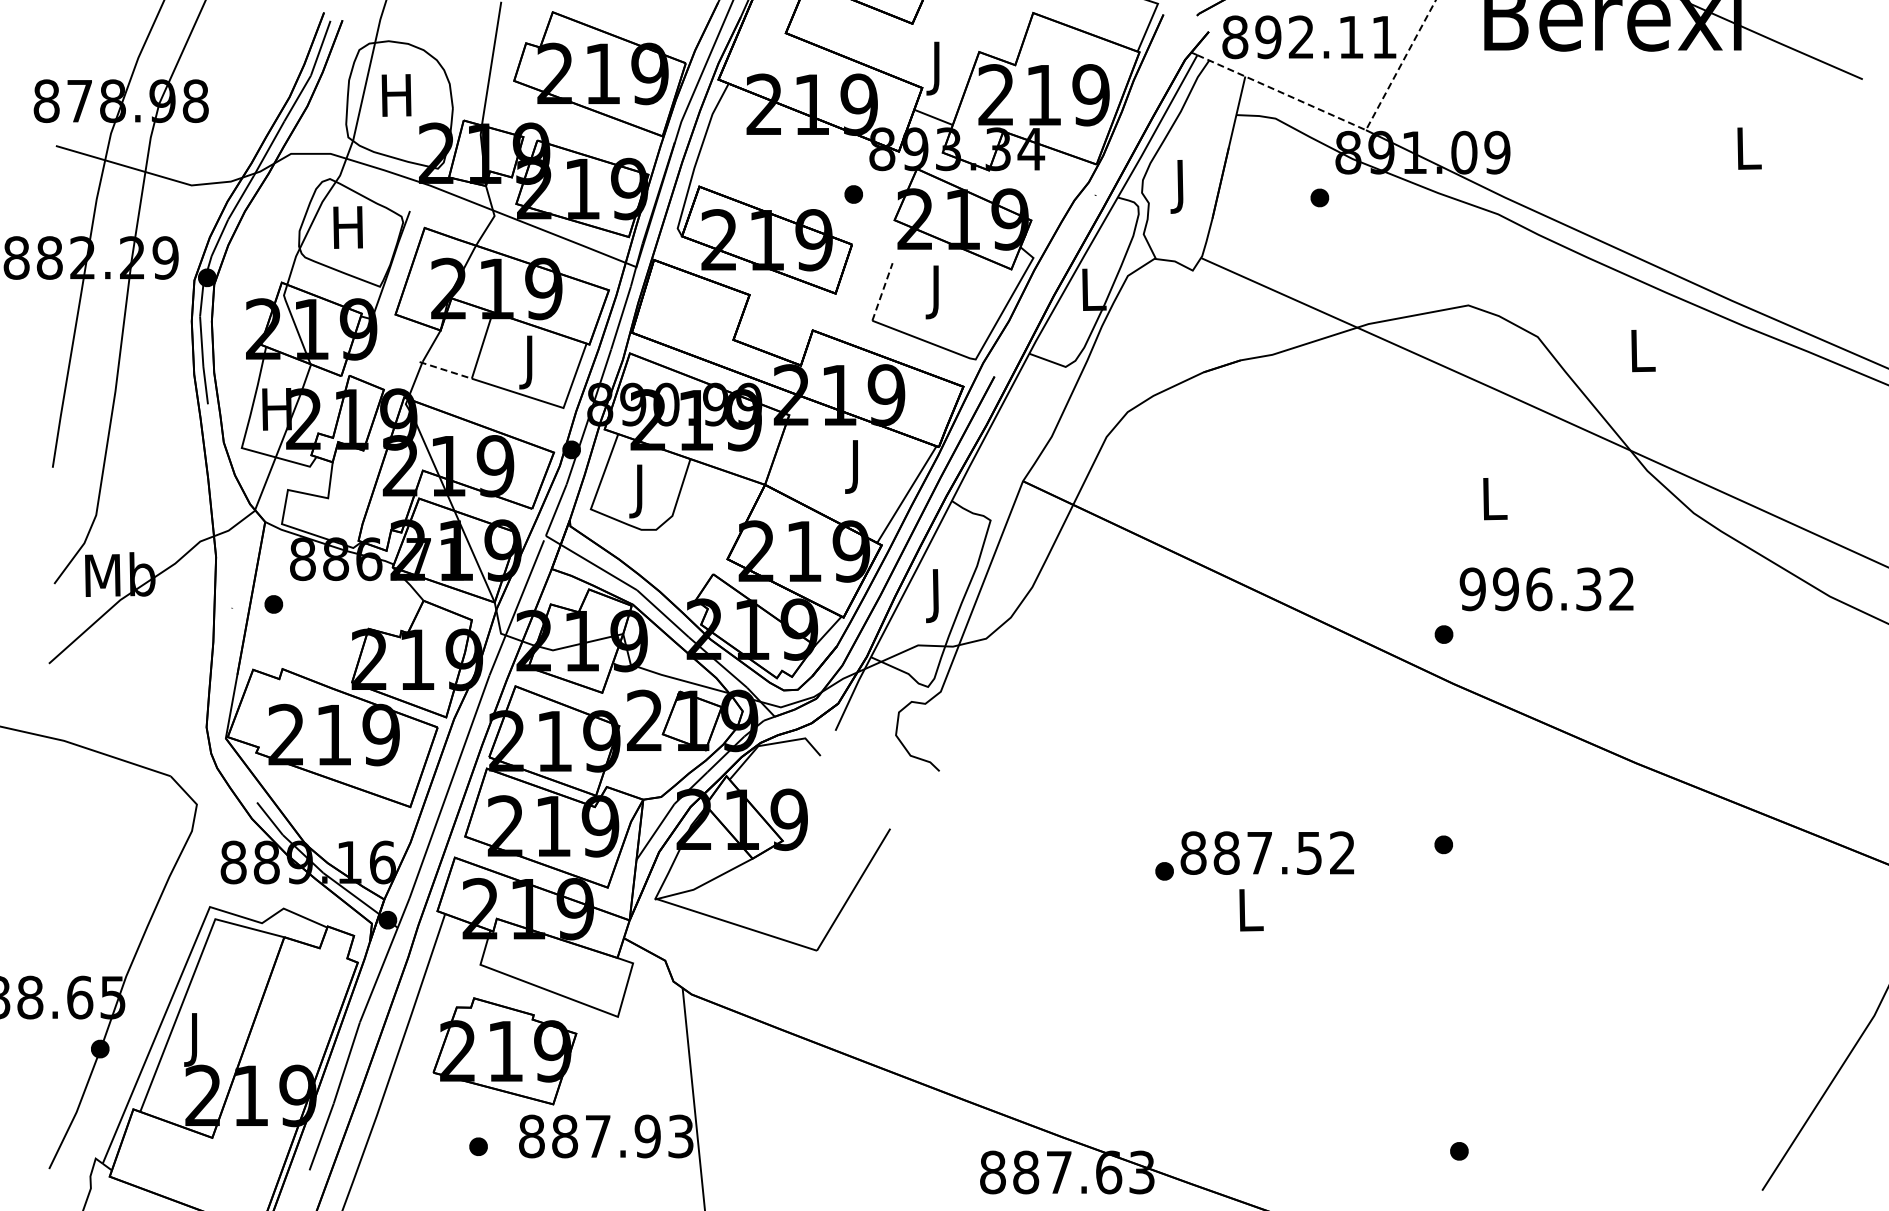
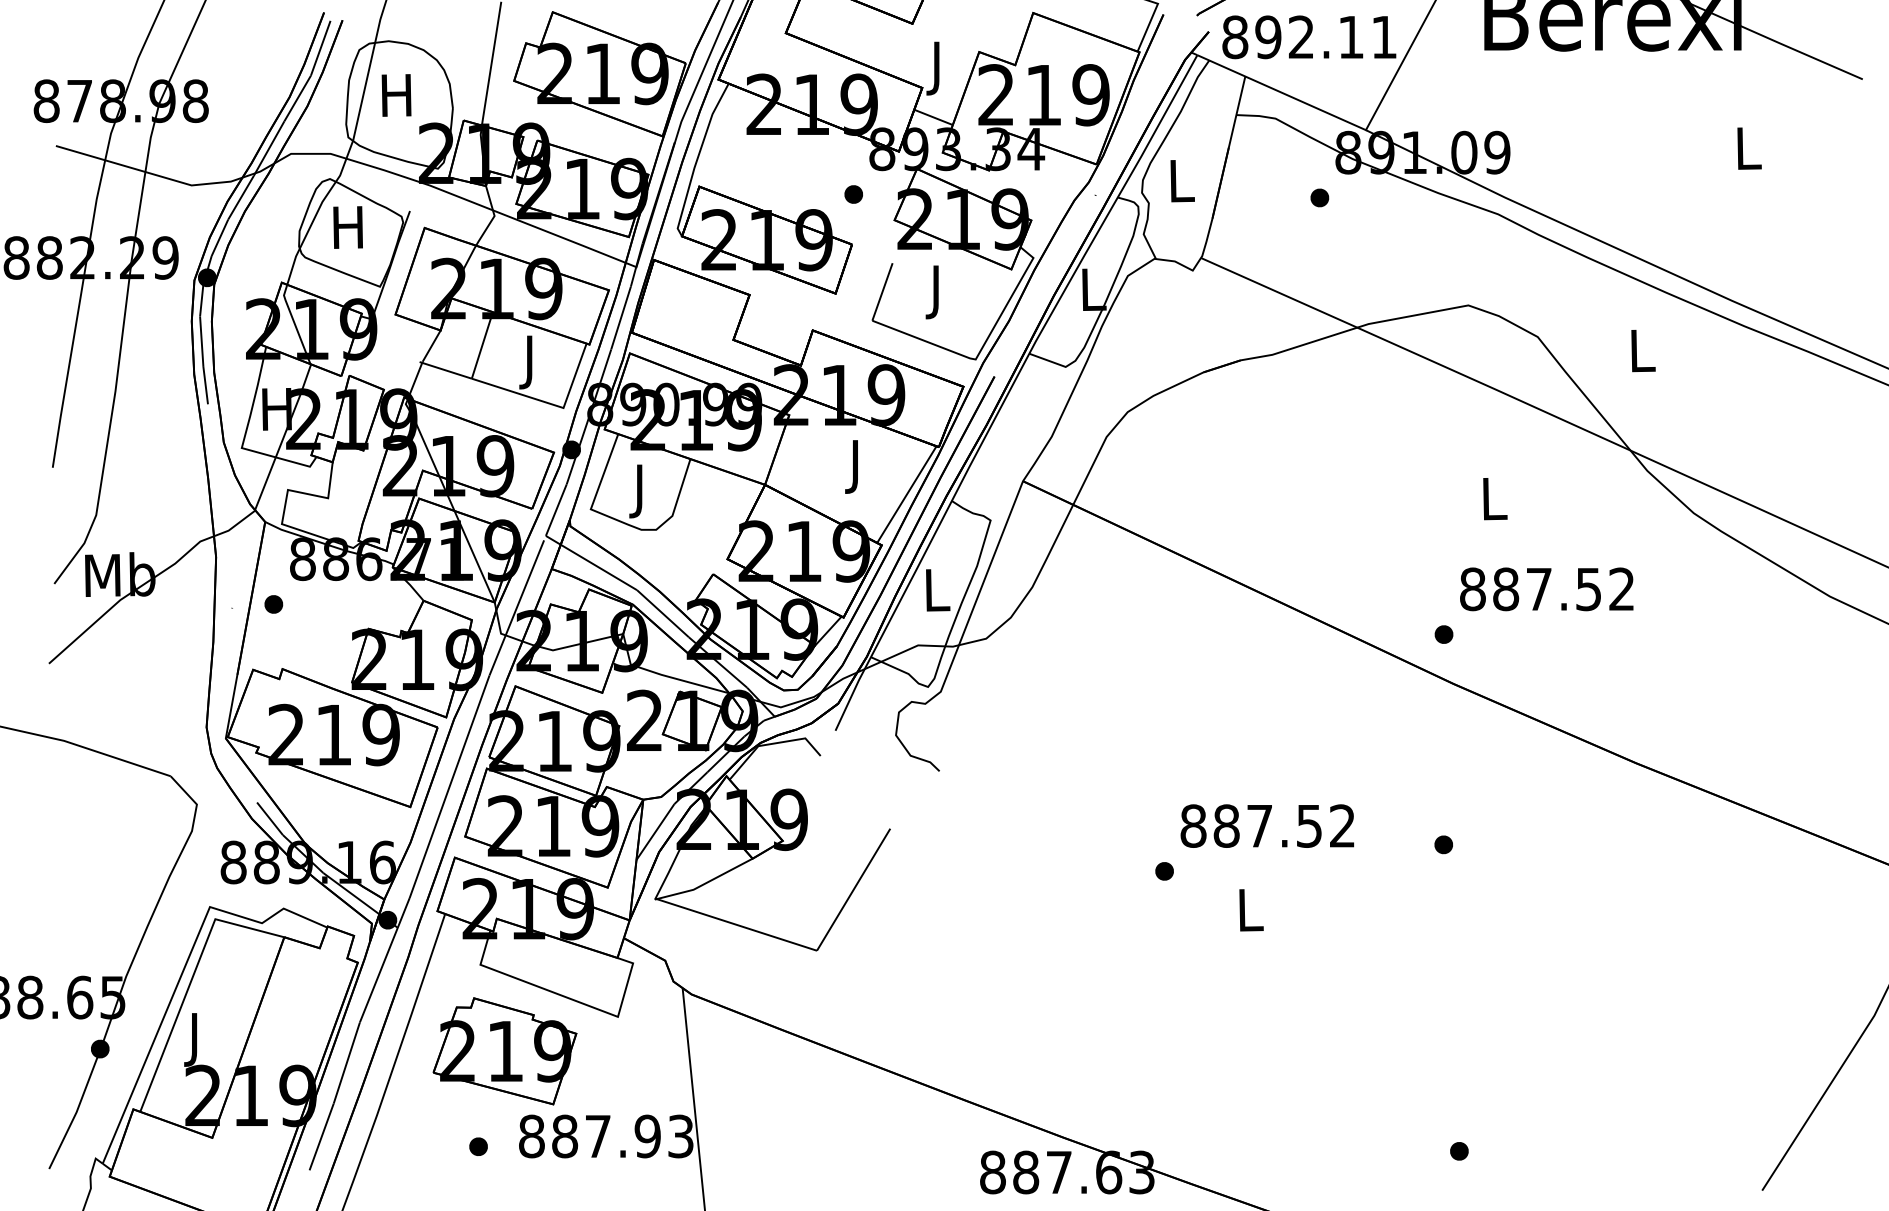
line at (1349, 122): dashed -> solid
text at (1182, 186): J -> L
line at (882, 291): dashed -> solid
line at (446, 370): dashed -> solid
text at (1530, 589): 996.32 -> 887.52
text at (938, 596): J -> L
text at (1266, 852) position: (1266, 852) -> (1266, 825)
